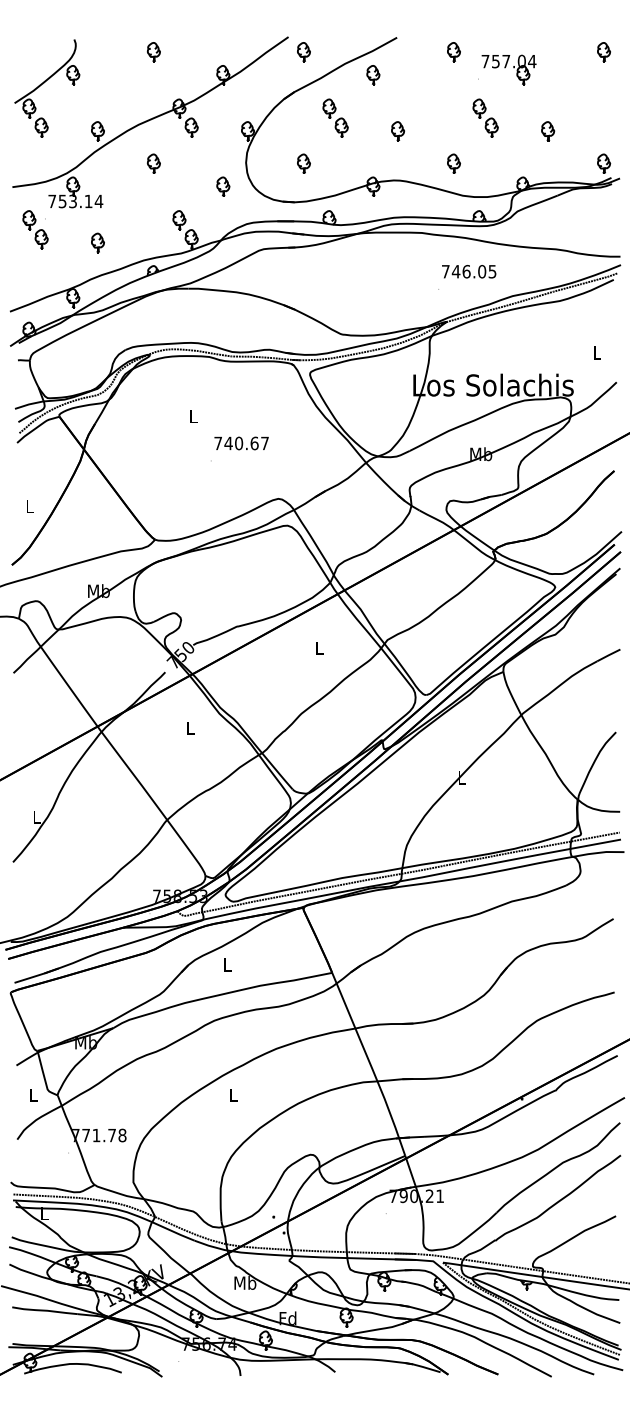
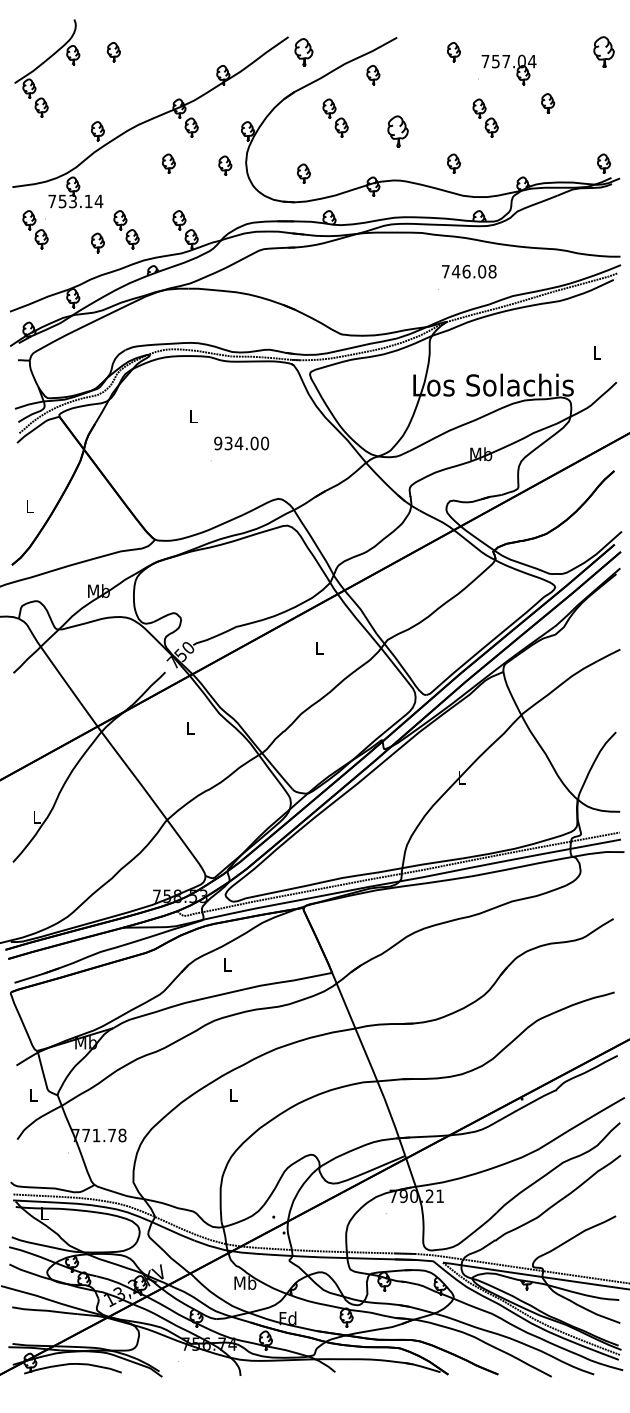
part at (153, 52) position: (153, 52) -> (113, 52)
part at (303, 52) size: 14x21 px -> 20x29 px
part at (603, 52) size: 14x21 px -> 22x32 px
part at (47, 88) position: (47, 88) -> (47, 68)
part at (397, 131) size: 14x21 px -> 22x33 px
part at (548, 131) position: (548, 131) -> (548, 103)
part at (153, 163) position: (153, 163) -> (168, 163)
part at (303, 163) position: (303, 163) -> (303, 173)
part at (223, 186) position: (223, 186) -> (225, 165)
part at (126, 229): none -> present
text at (492, 271): 746.05 -> 746.08
text at (241, 443): 740.67 -> 934.00
